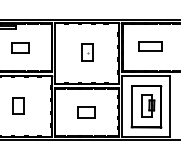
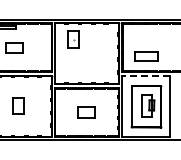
part at (150, 46) position: (150, 46) -> (146, 56)
part at (20, 47) position: (20, 47) -> (14, 47)
part at (87, 52) position: (87, 52) -> (73, 39)
line at (145, 76): solid -> dashed
